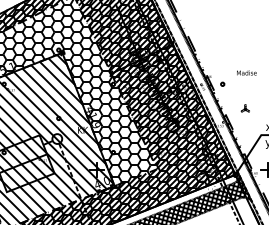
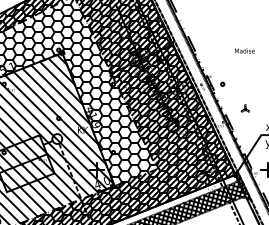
text at (246, 72) position: (246, 72) -> (244, 50)
